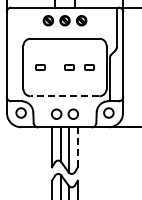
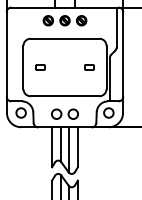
part at (69, 67): present -> none
line at (64, 96): dashed -> solid
line at (77, 147): dashed -> solid
